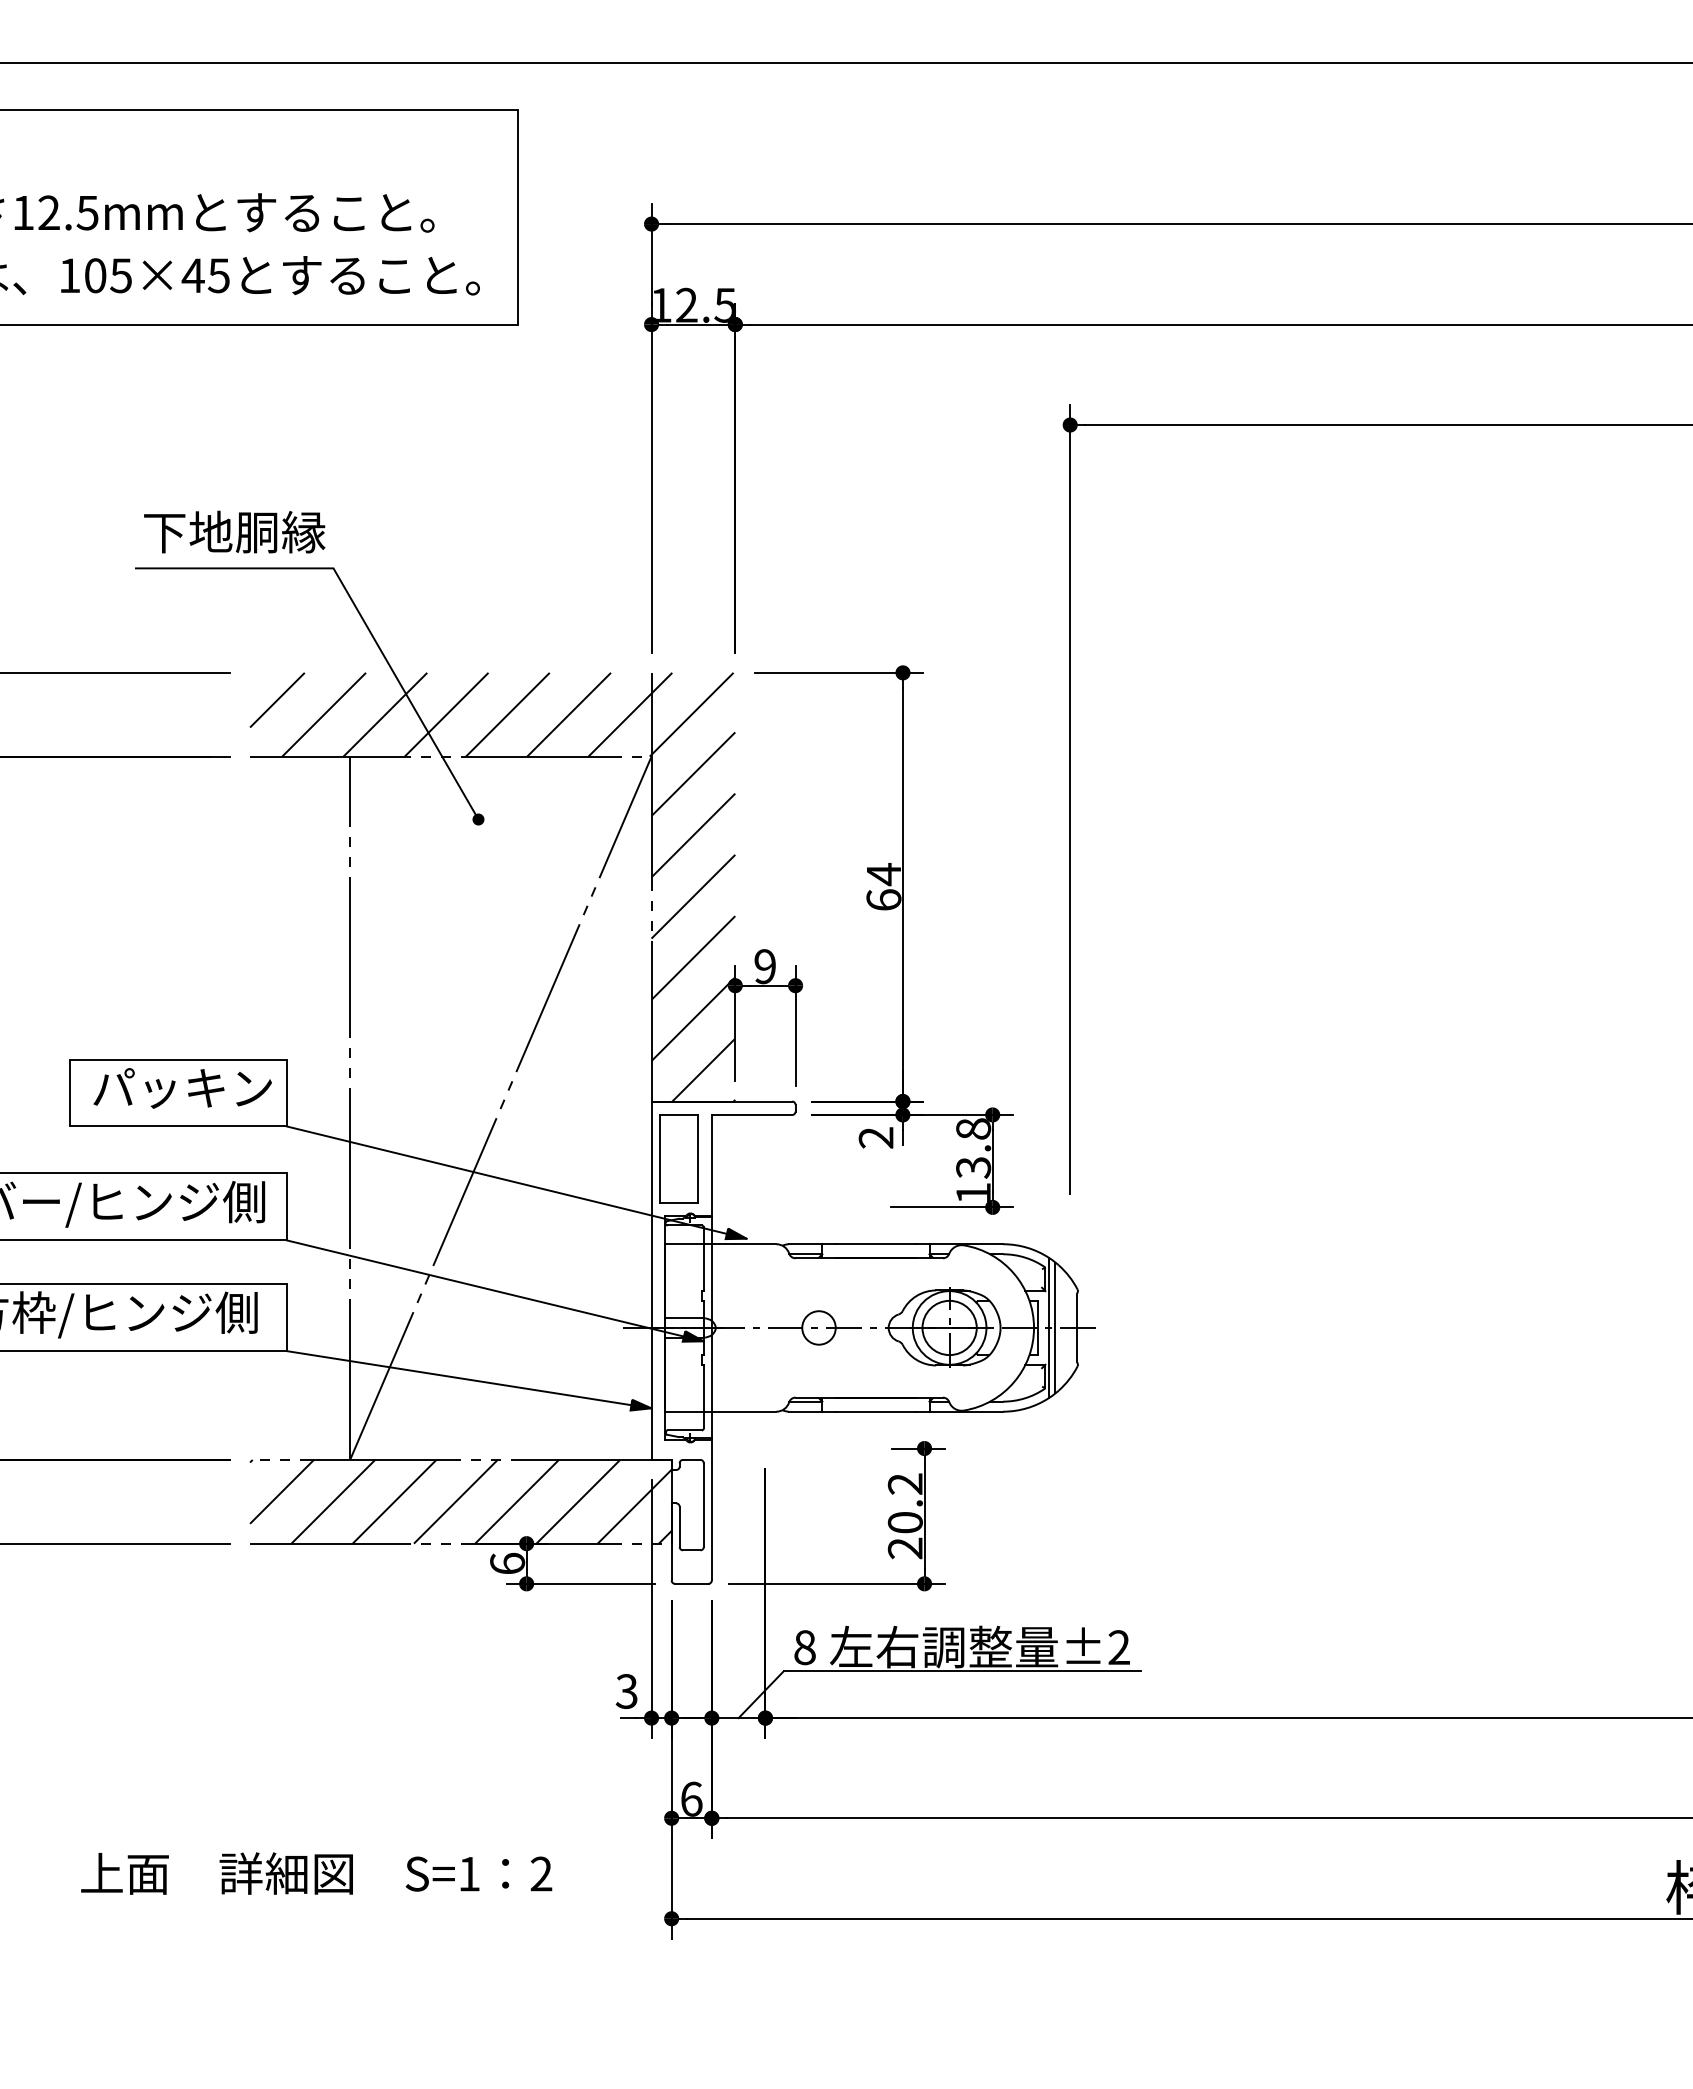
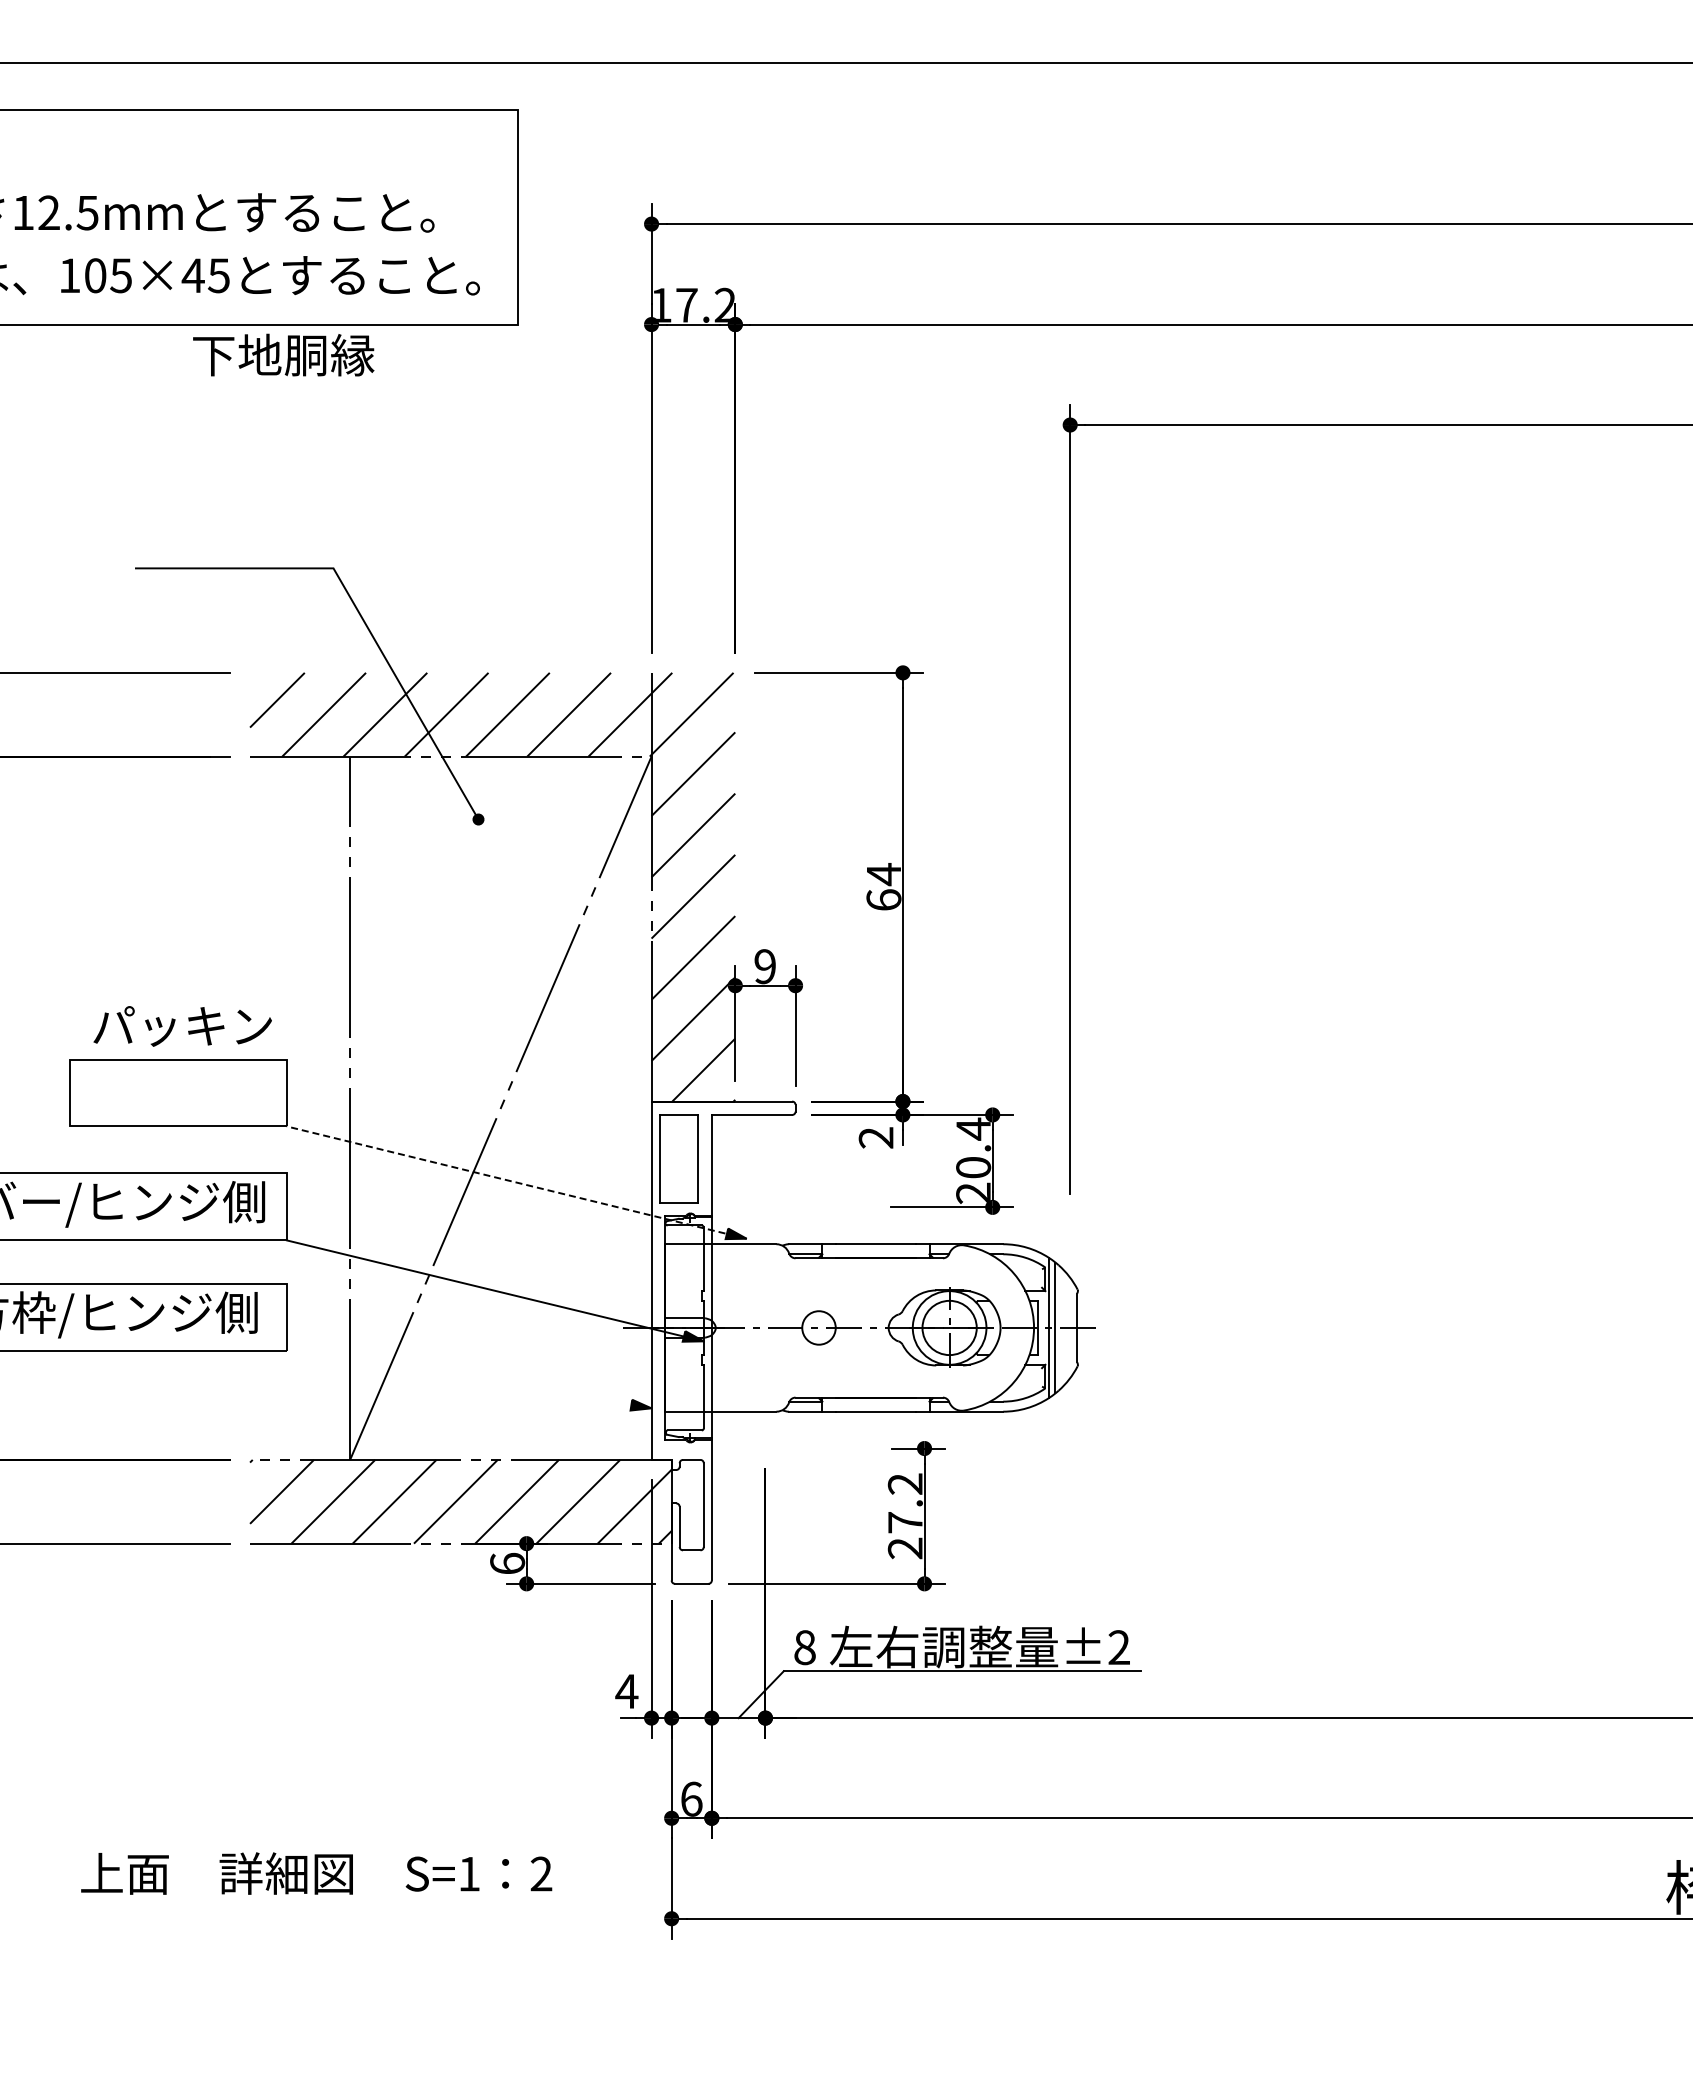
text at (705, 304): 12.5 -> 17.2
text at (234, 531) position: (234, 531) -> (283, 354)
text at (182, 1088) position: (182, 1088) -> (182, 1026)
text at (973, 1160): 13.8 -> 20.4
line at (516, 1182): solid -> dashed
line at (468, 1379): present -> none
text at (904, 1522): 20.2 -> 27.2
text at (626, 1691): 3 -> 4
